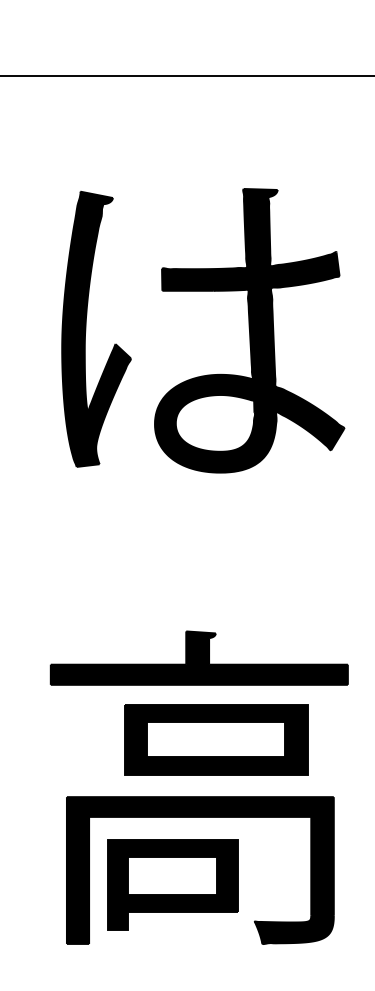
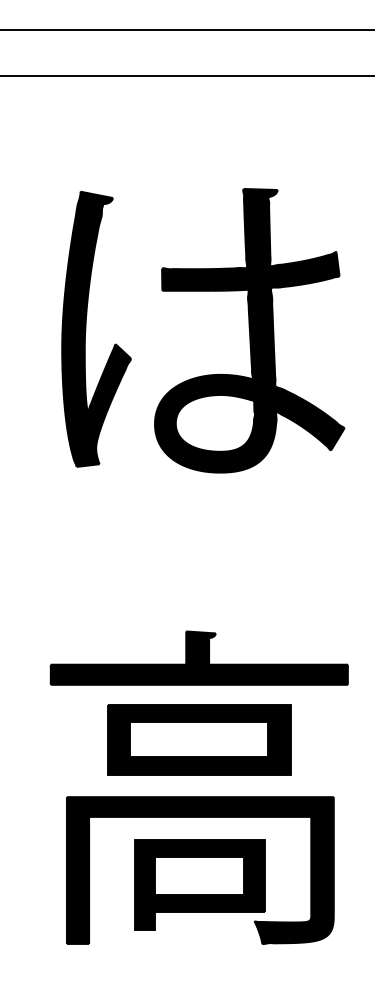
line at (186, 29): none -> present
part at (216, 739) position: (216, 739) -> (199, 739)
part at (172, 884) position: (172, 884) -> (199, 884)
